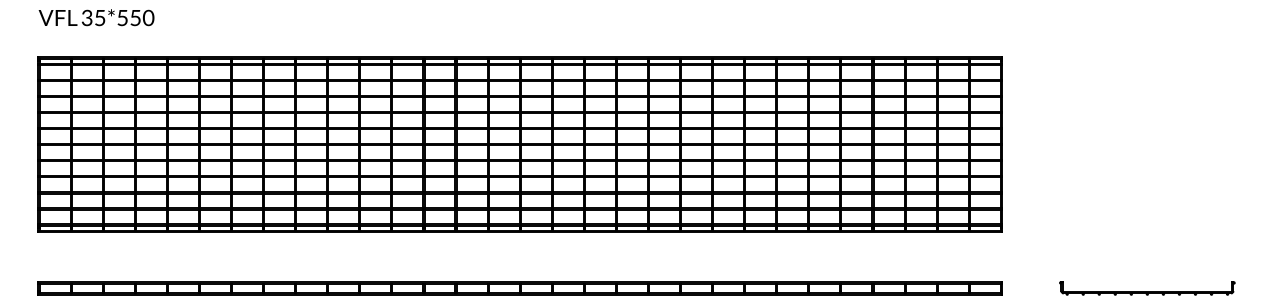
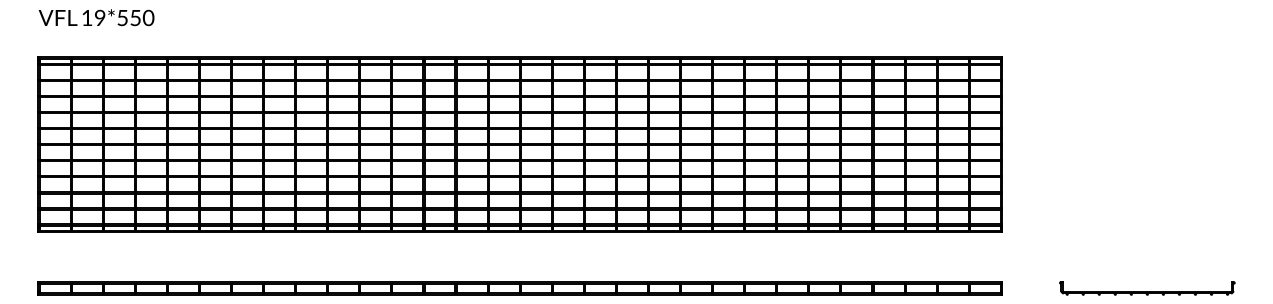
text at (93, 17): 35*550 -> 19*550
